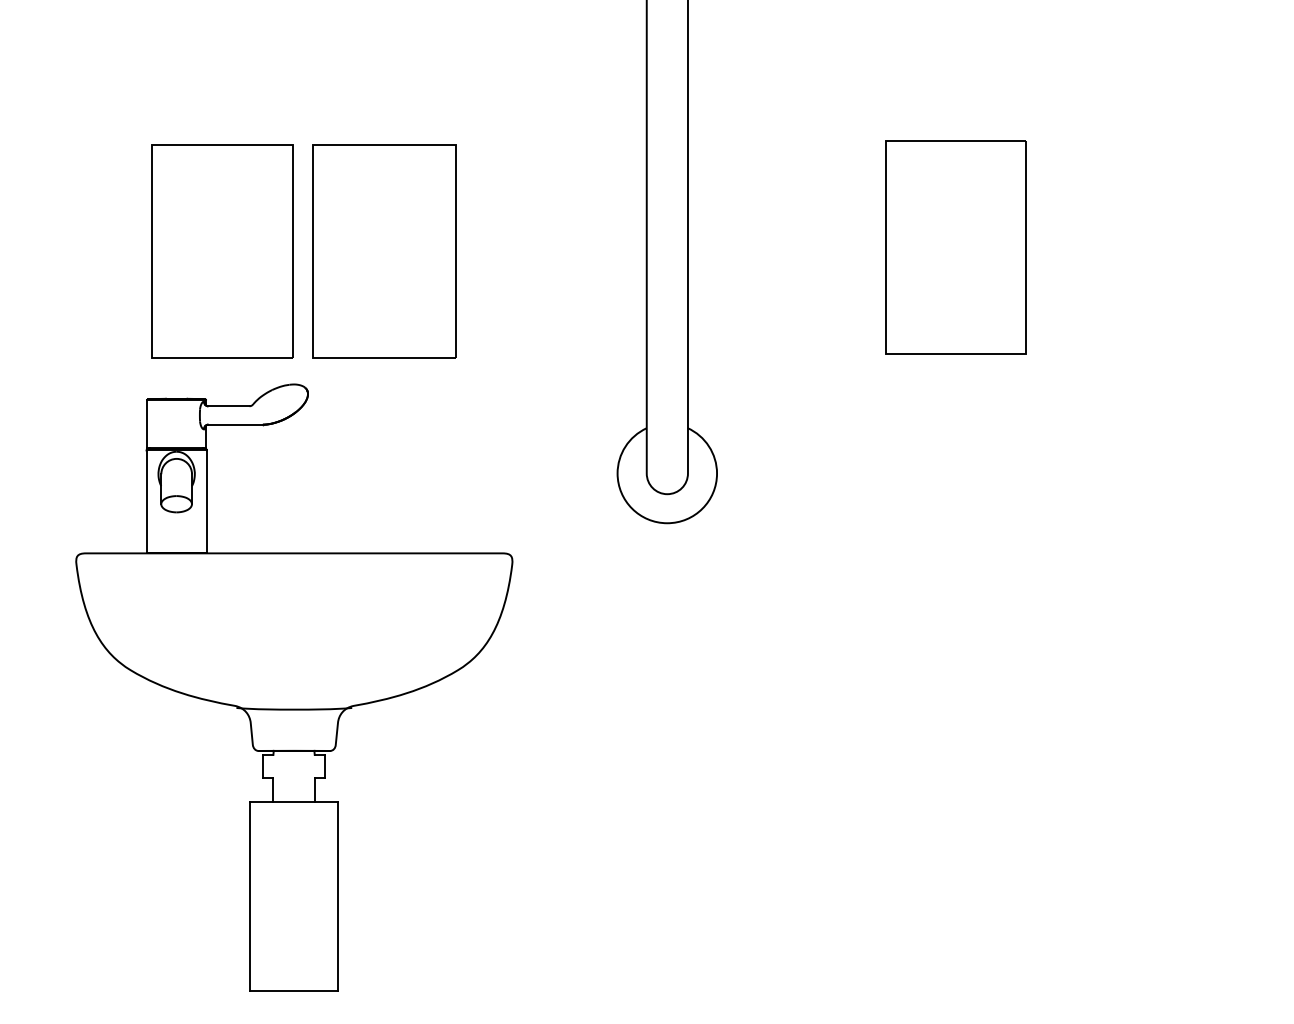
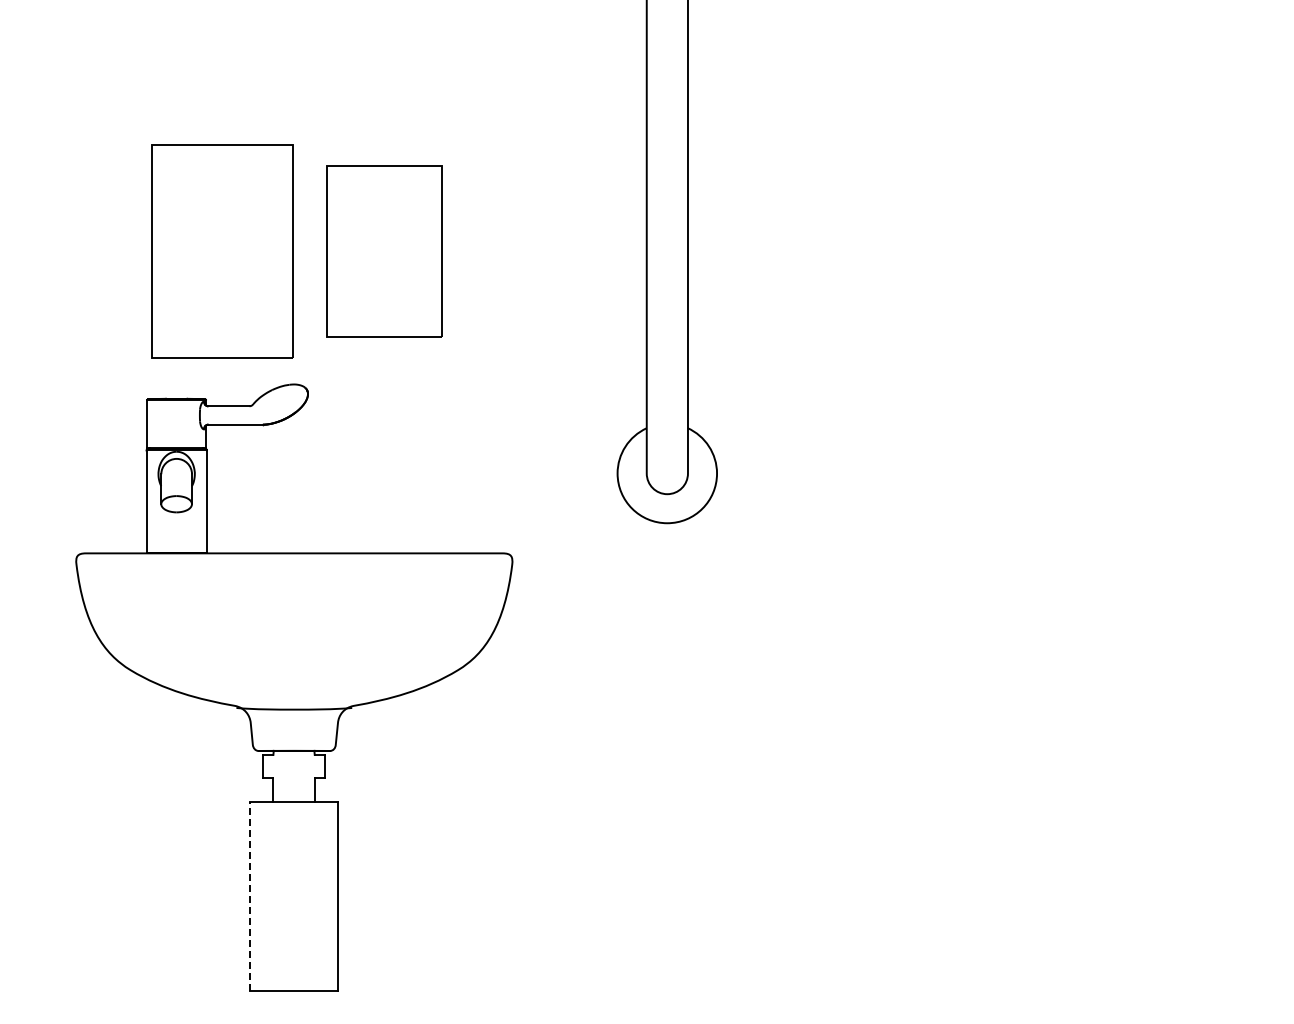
part at (955, 247): present -> none
part at (384, 251) size: 145x215 px -> 117x173 px
line at (249, 896): solid -> dashed
